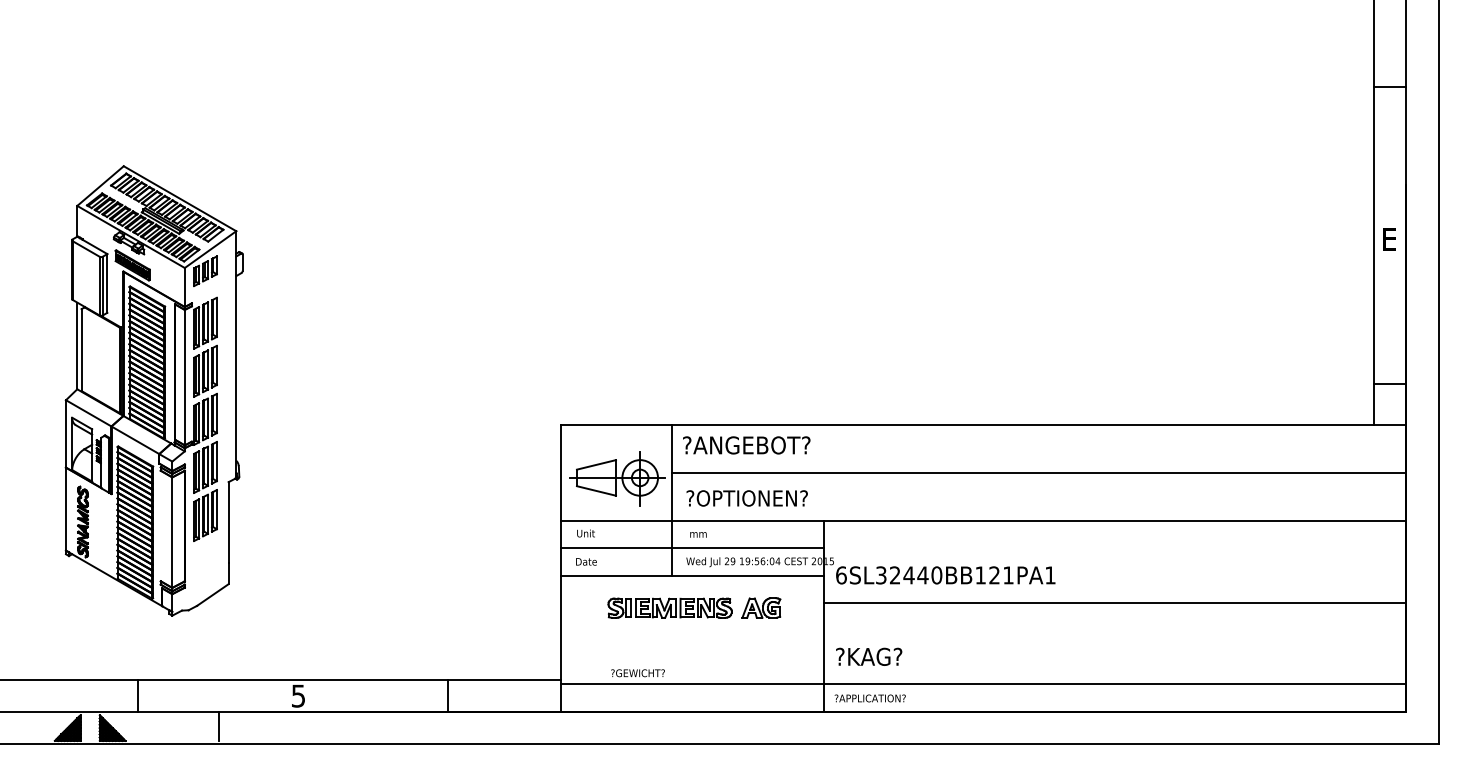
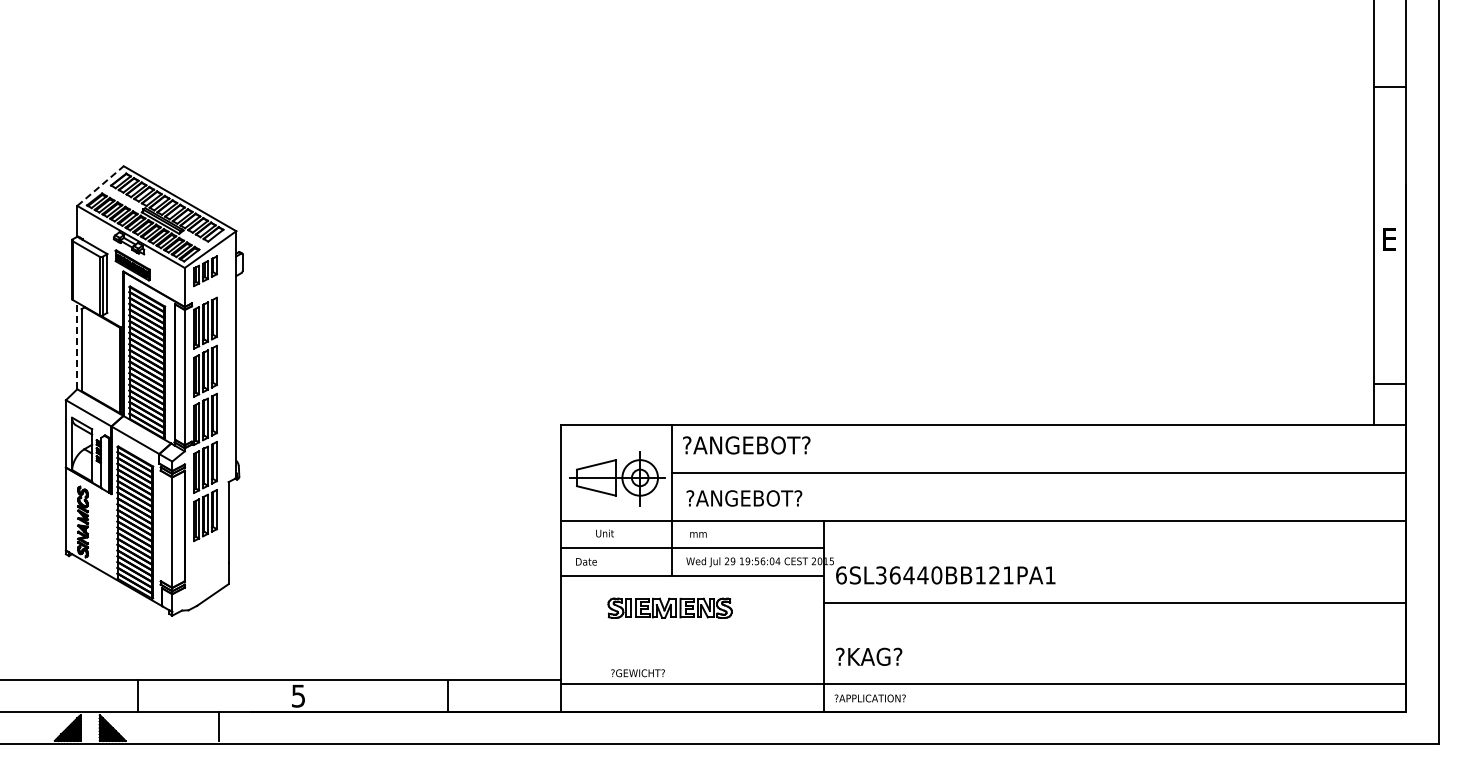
line at (100, 186): solid -> dashed
line at (77, 345): solid -> dashed
text at (751, 498): ?OPTIONEN? -> ?ANGEBOT?
text at (585, 533) position: (585, 533) -> (604, 533)
text at (894, 575): 6SL32440BB121PA1 -> 6SL36440BB121PA1
part at (761, 607): present -> none
